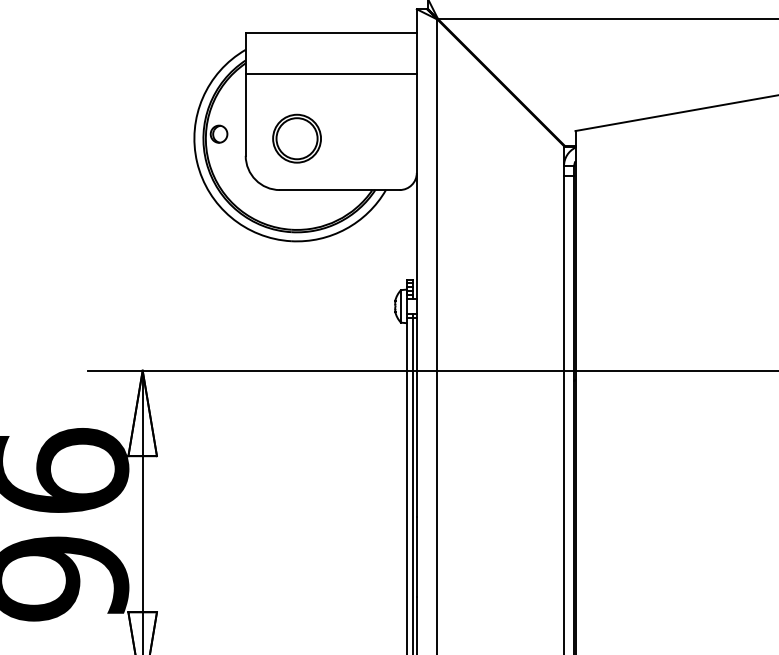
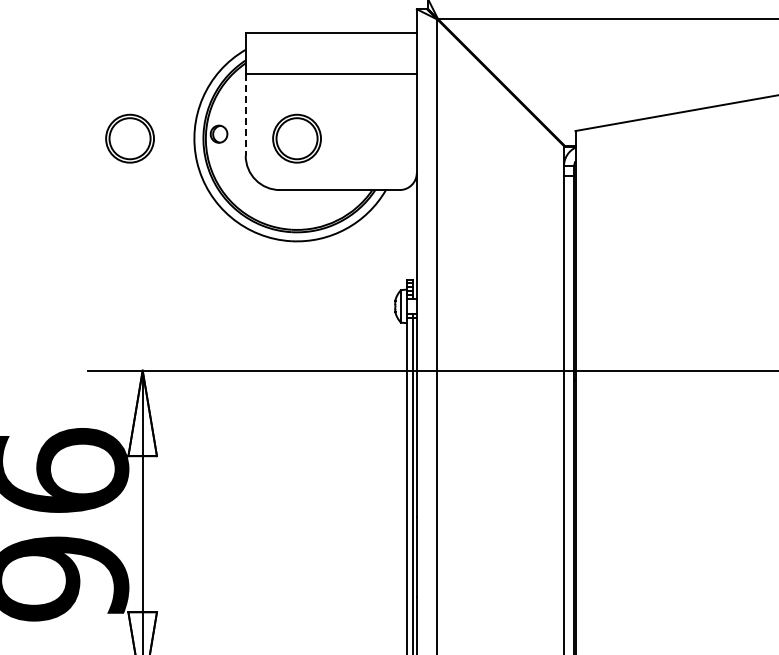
line at (245, 115): solid -> dashed
part at (129, 138): none -> present
